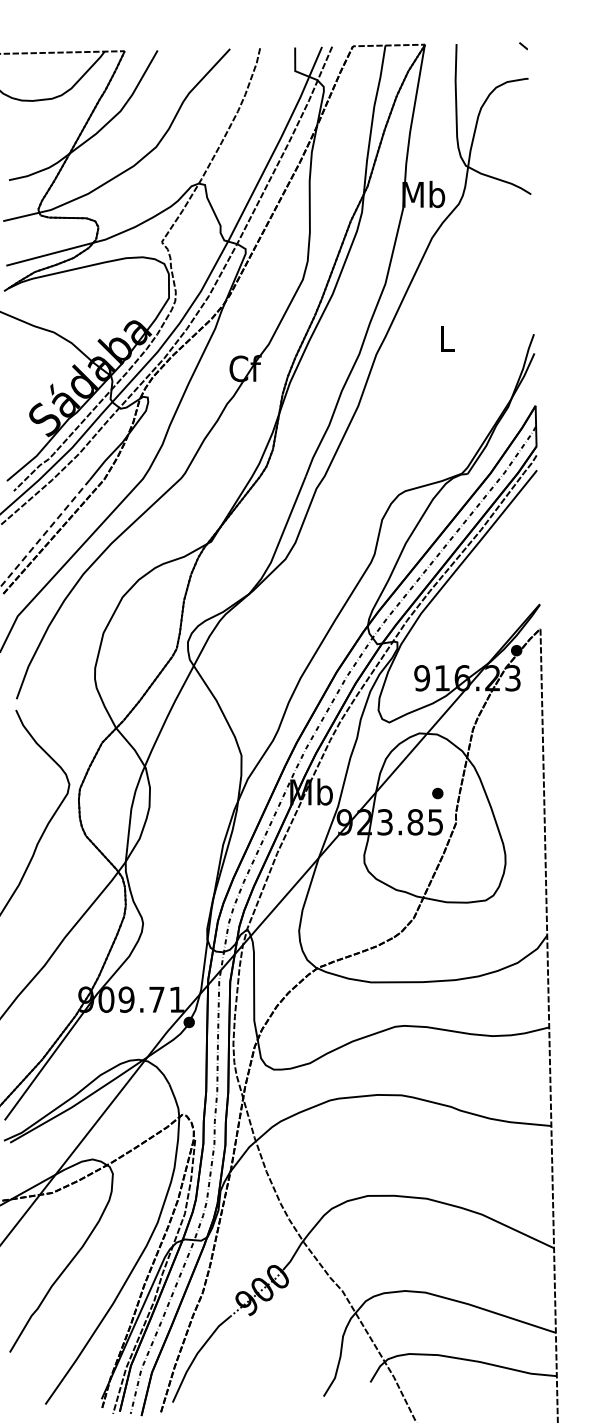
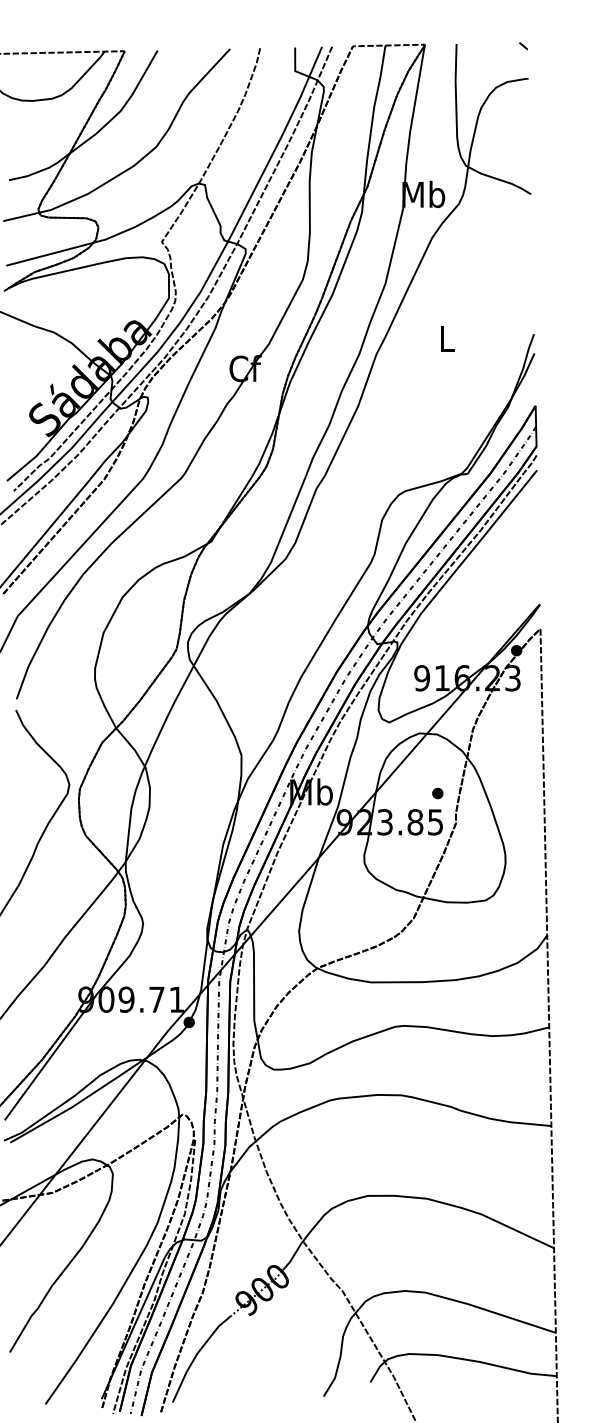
line at (44, 534): dashed -> solid
